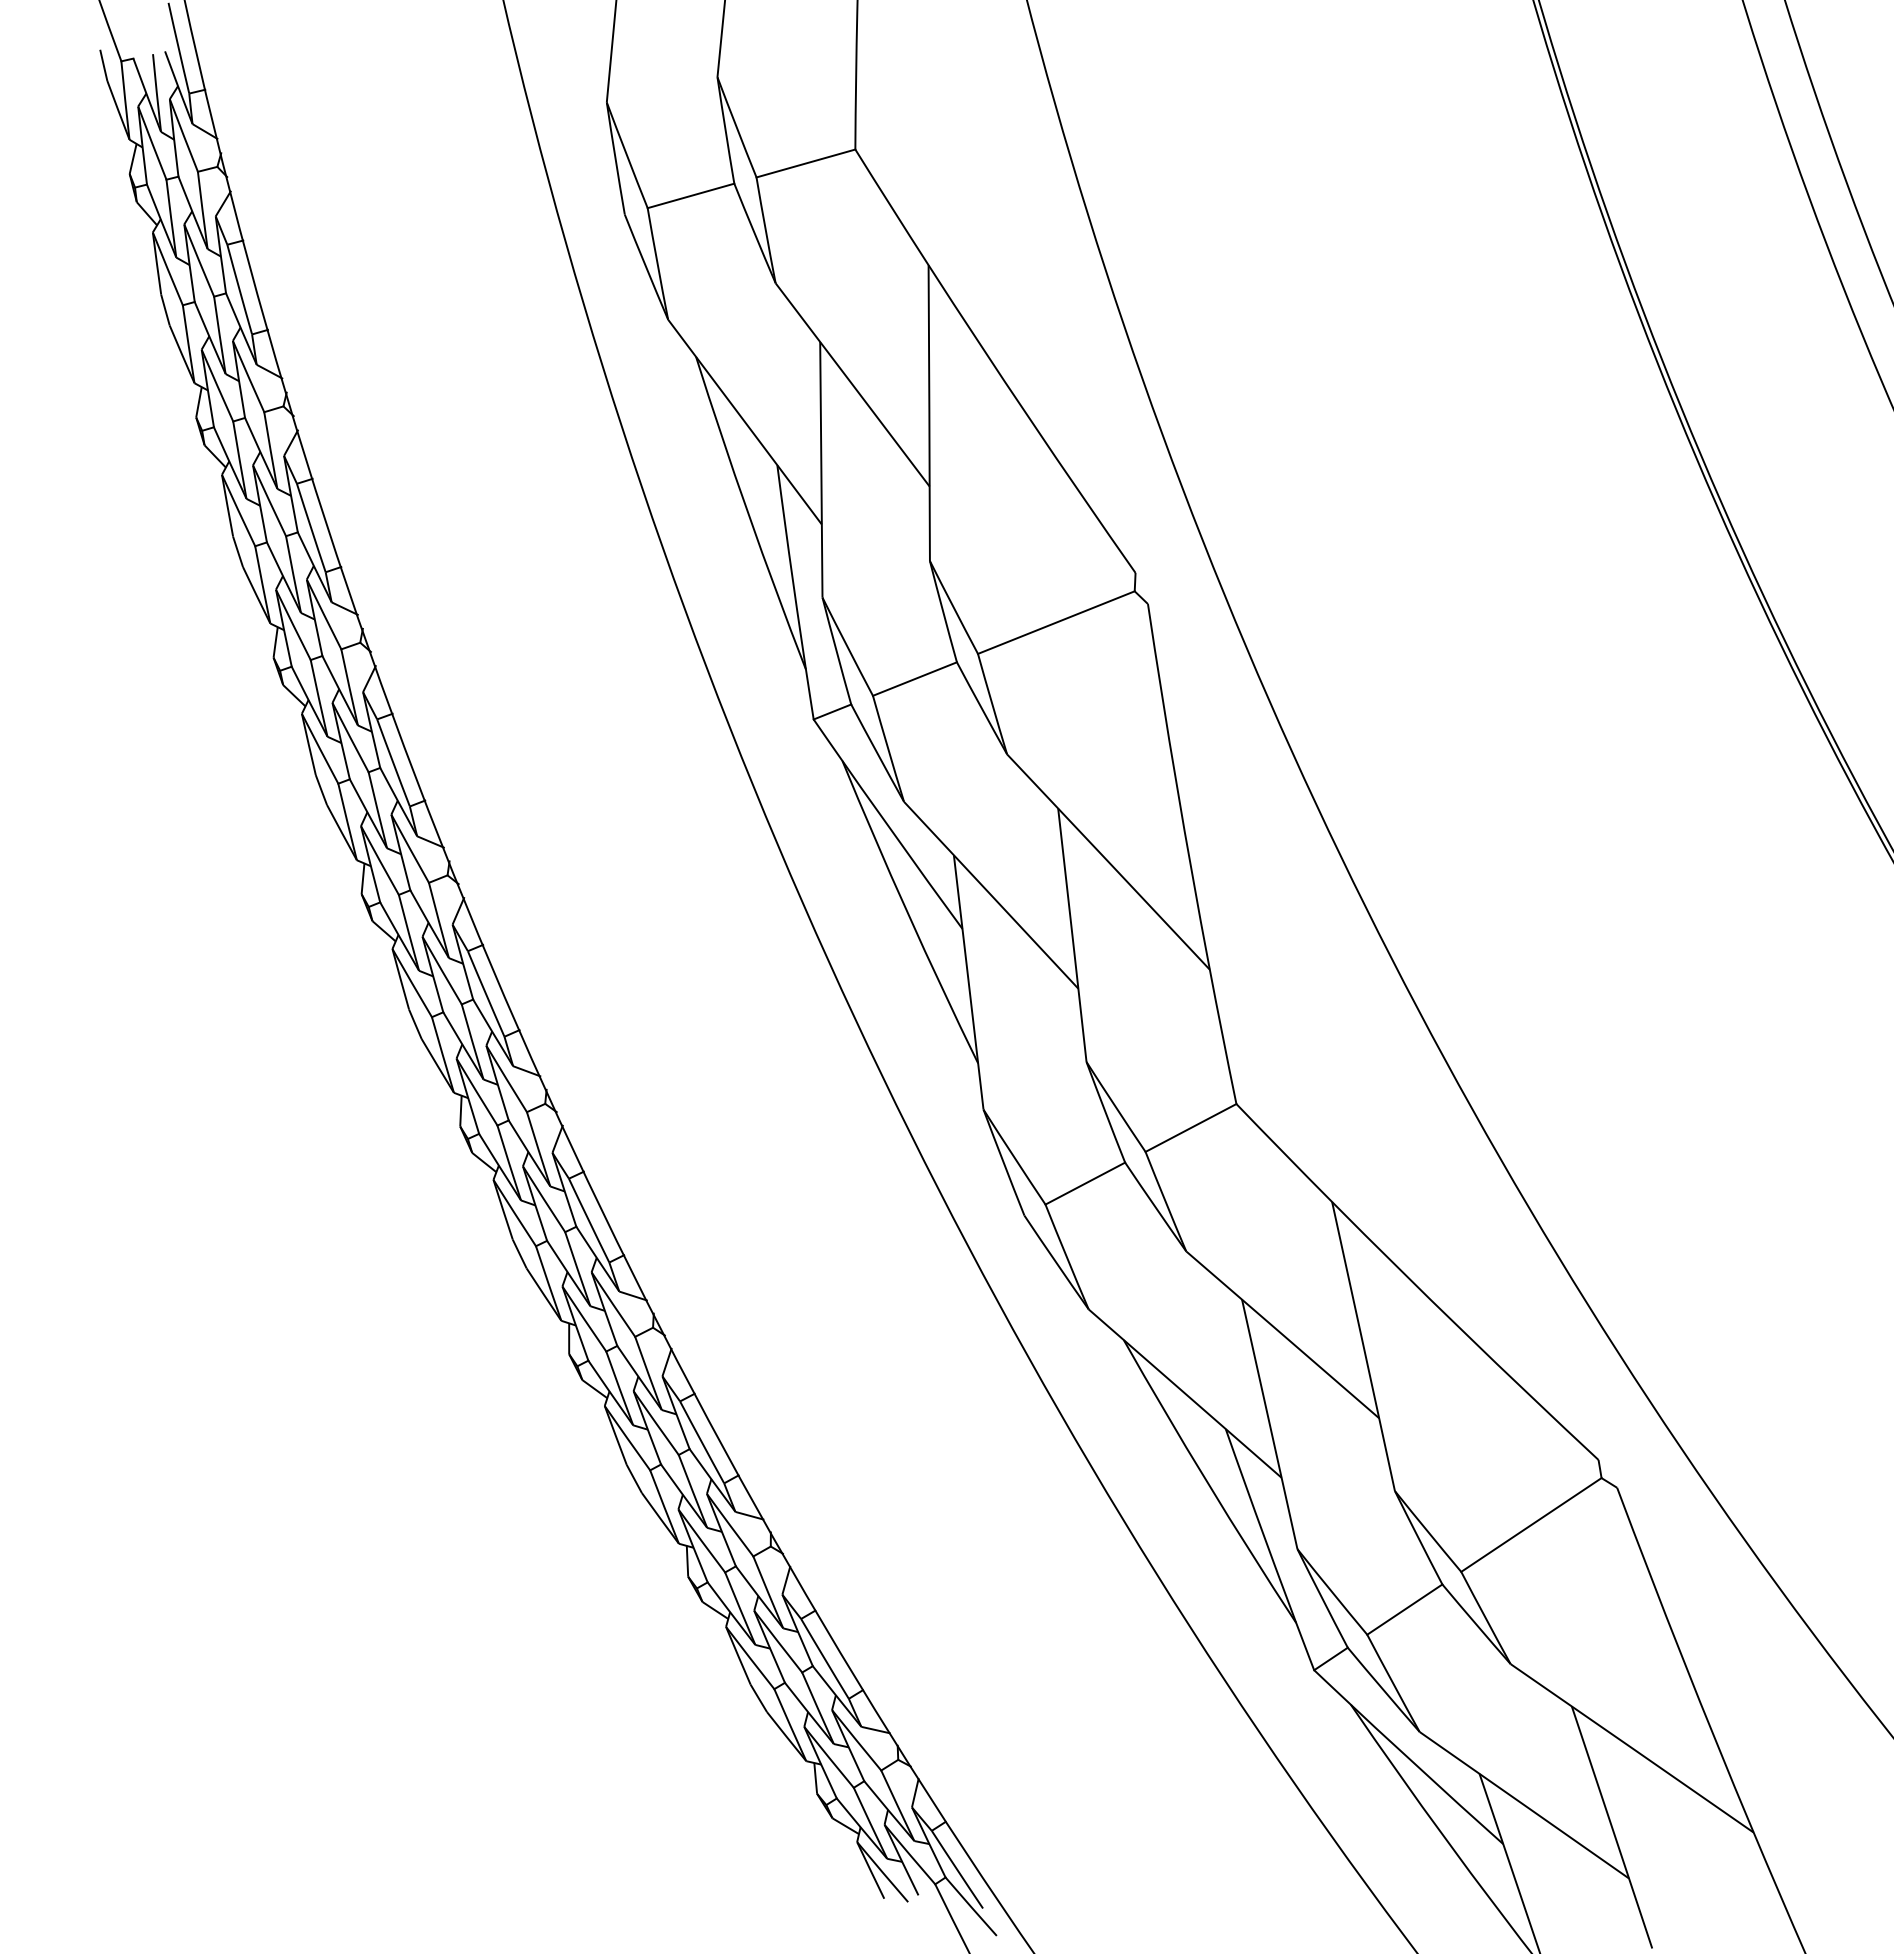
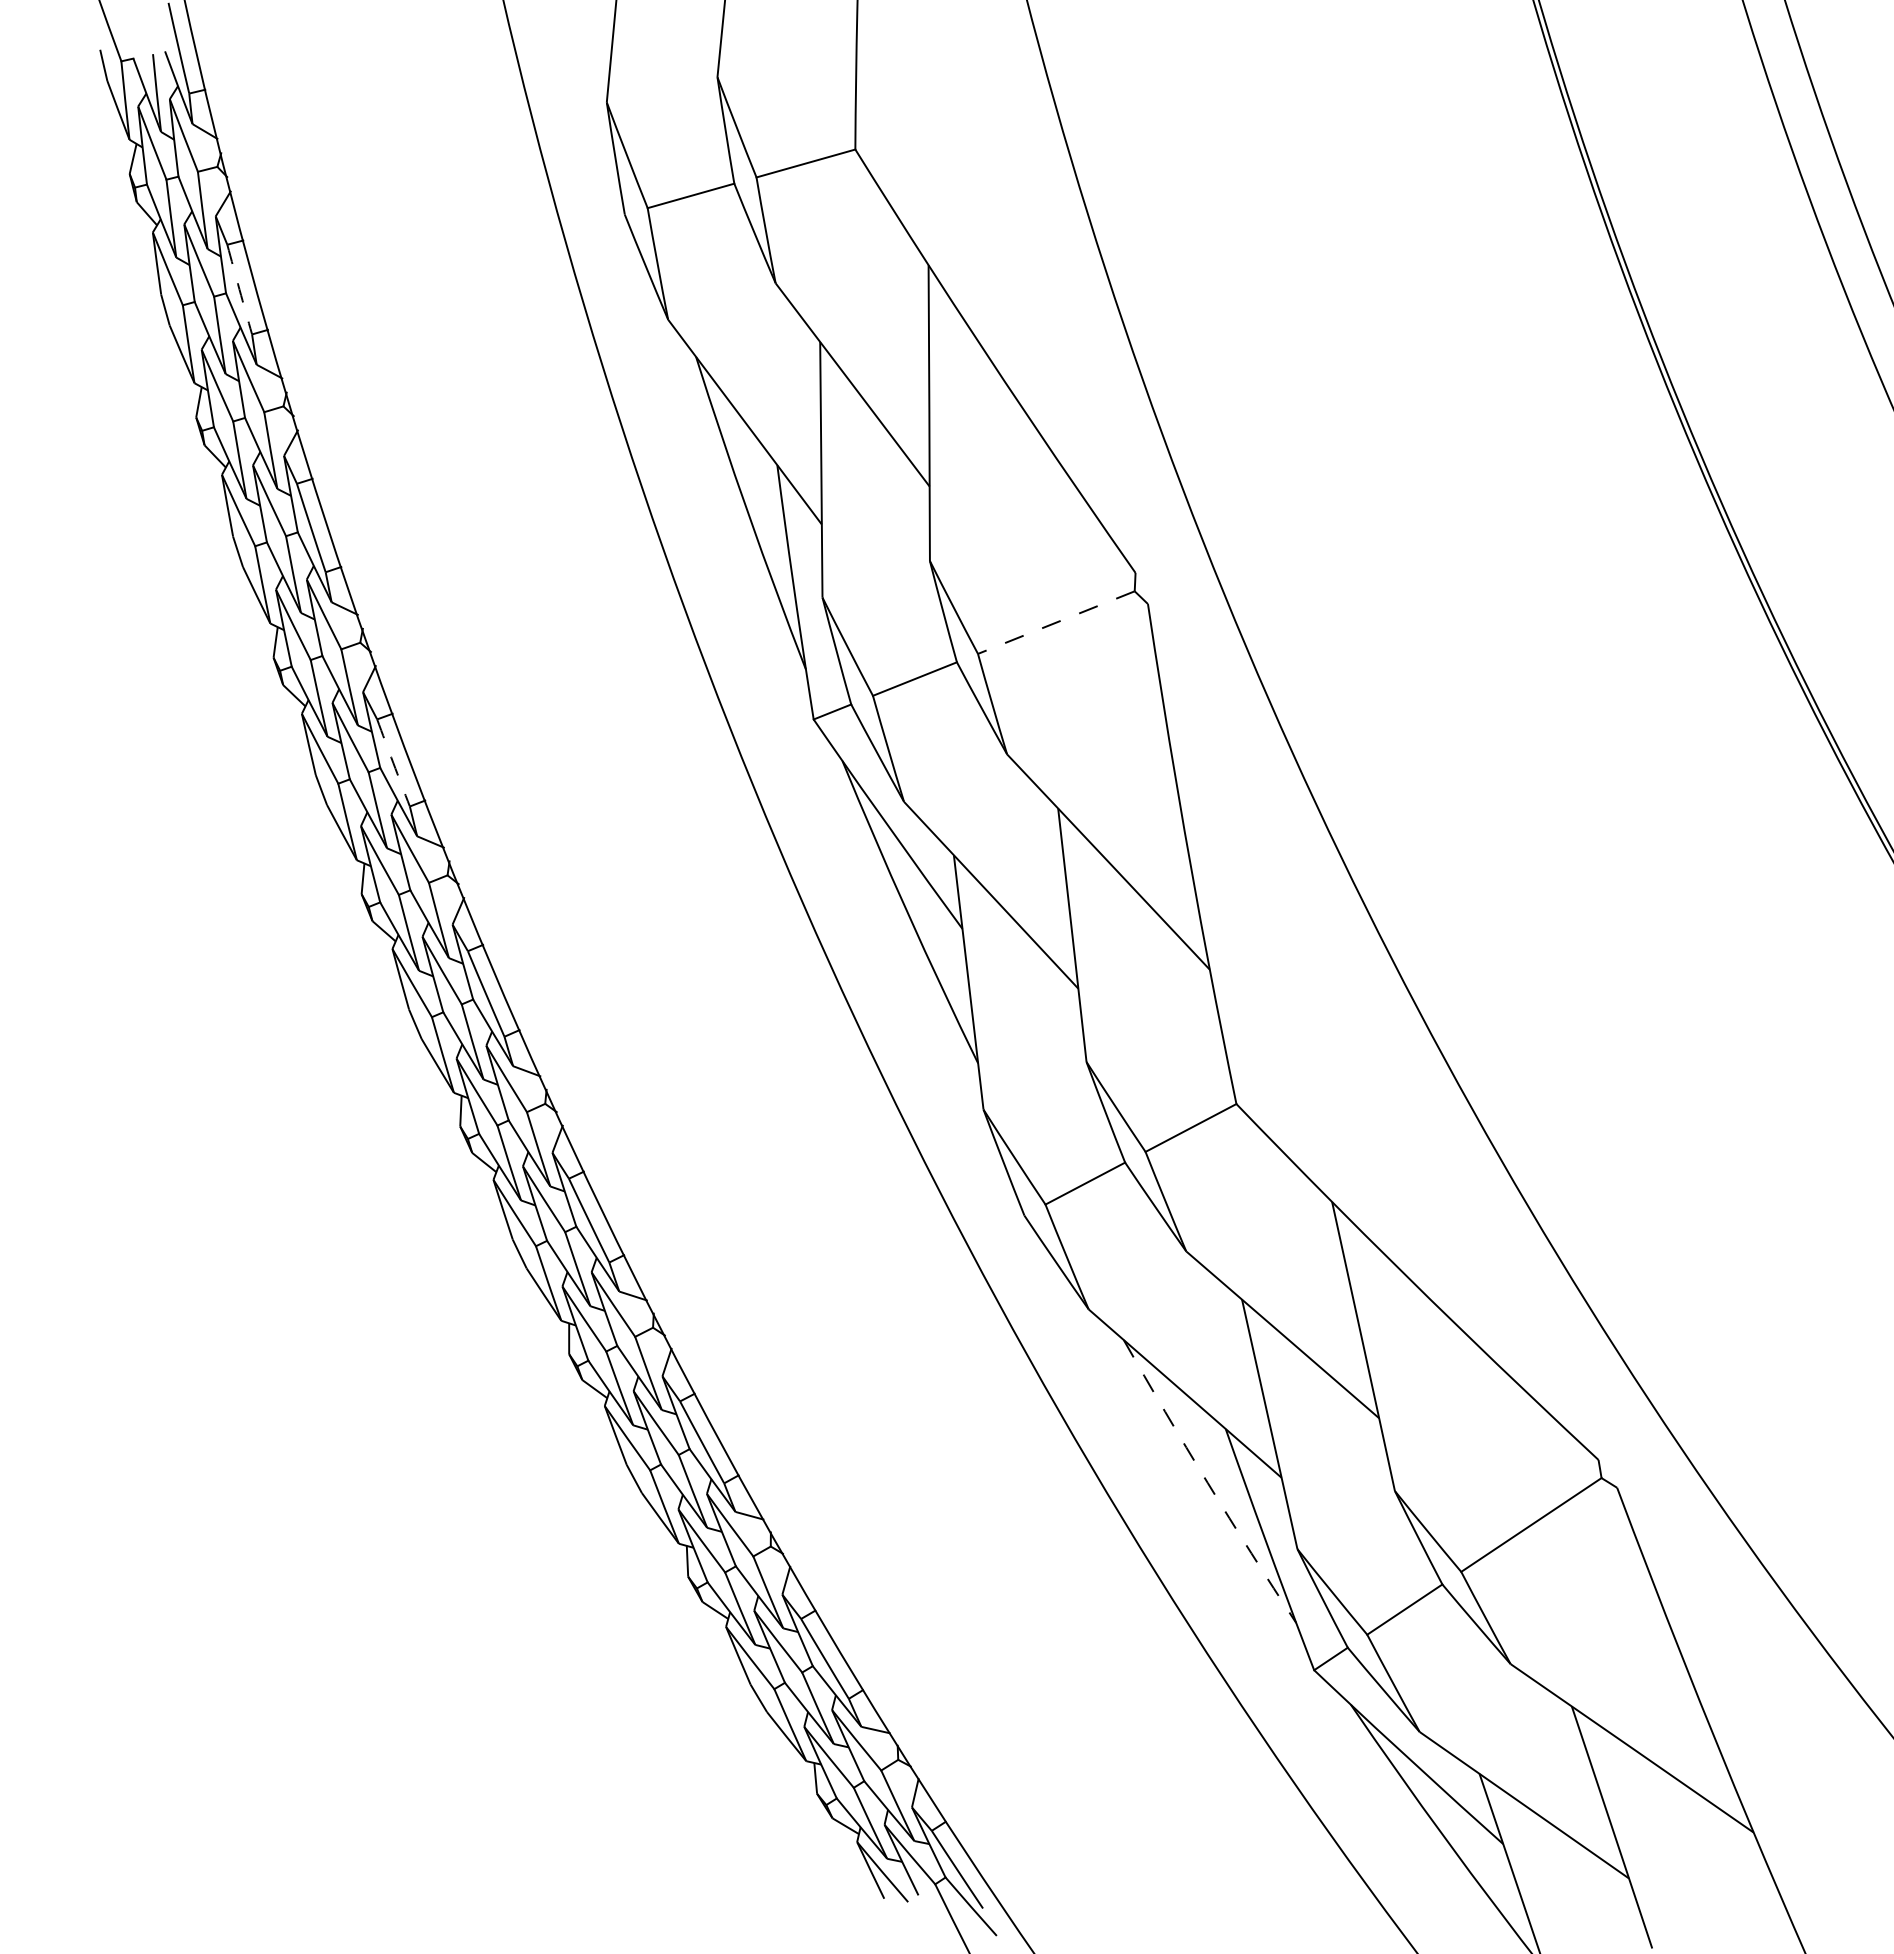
arc at (239, 289): solid -> dashed
line at (1055, 622): solid -> dashed
arc at (393, 763): solid -> dashed
arc at (1207, 1482): solid -> dashed
